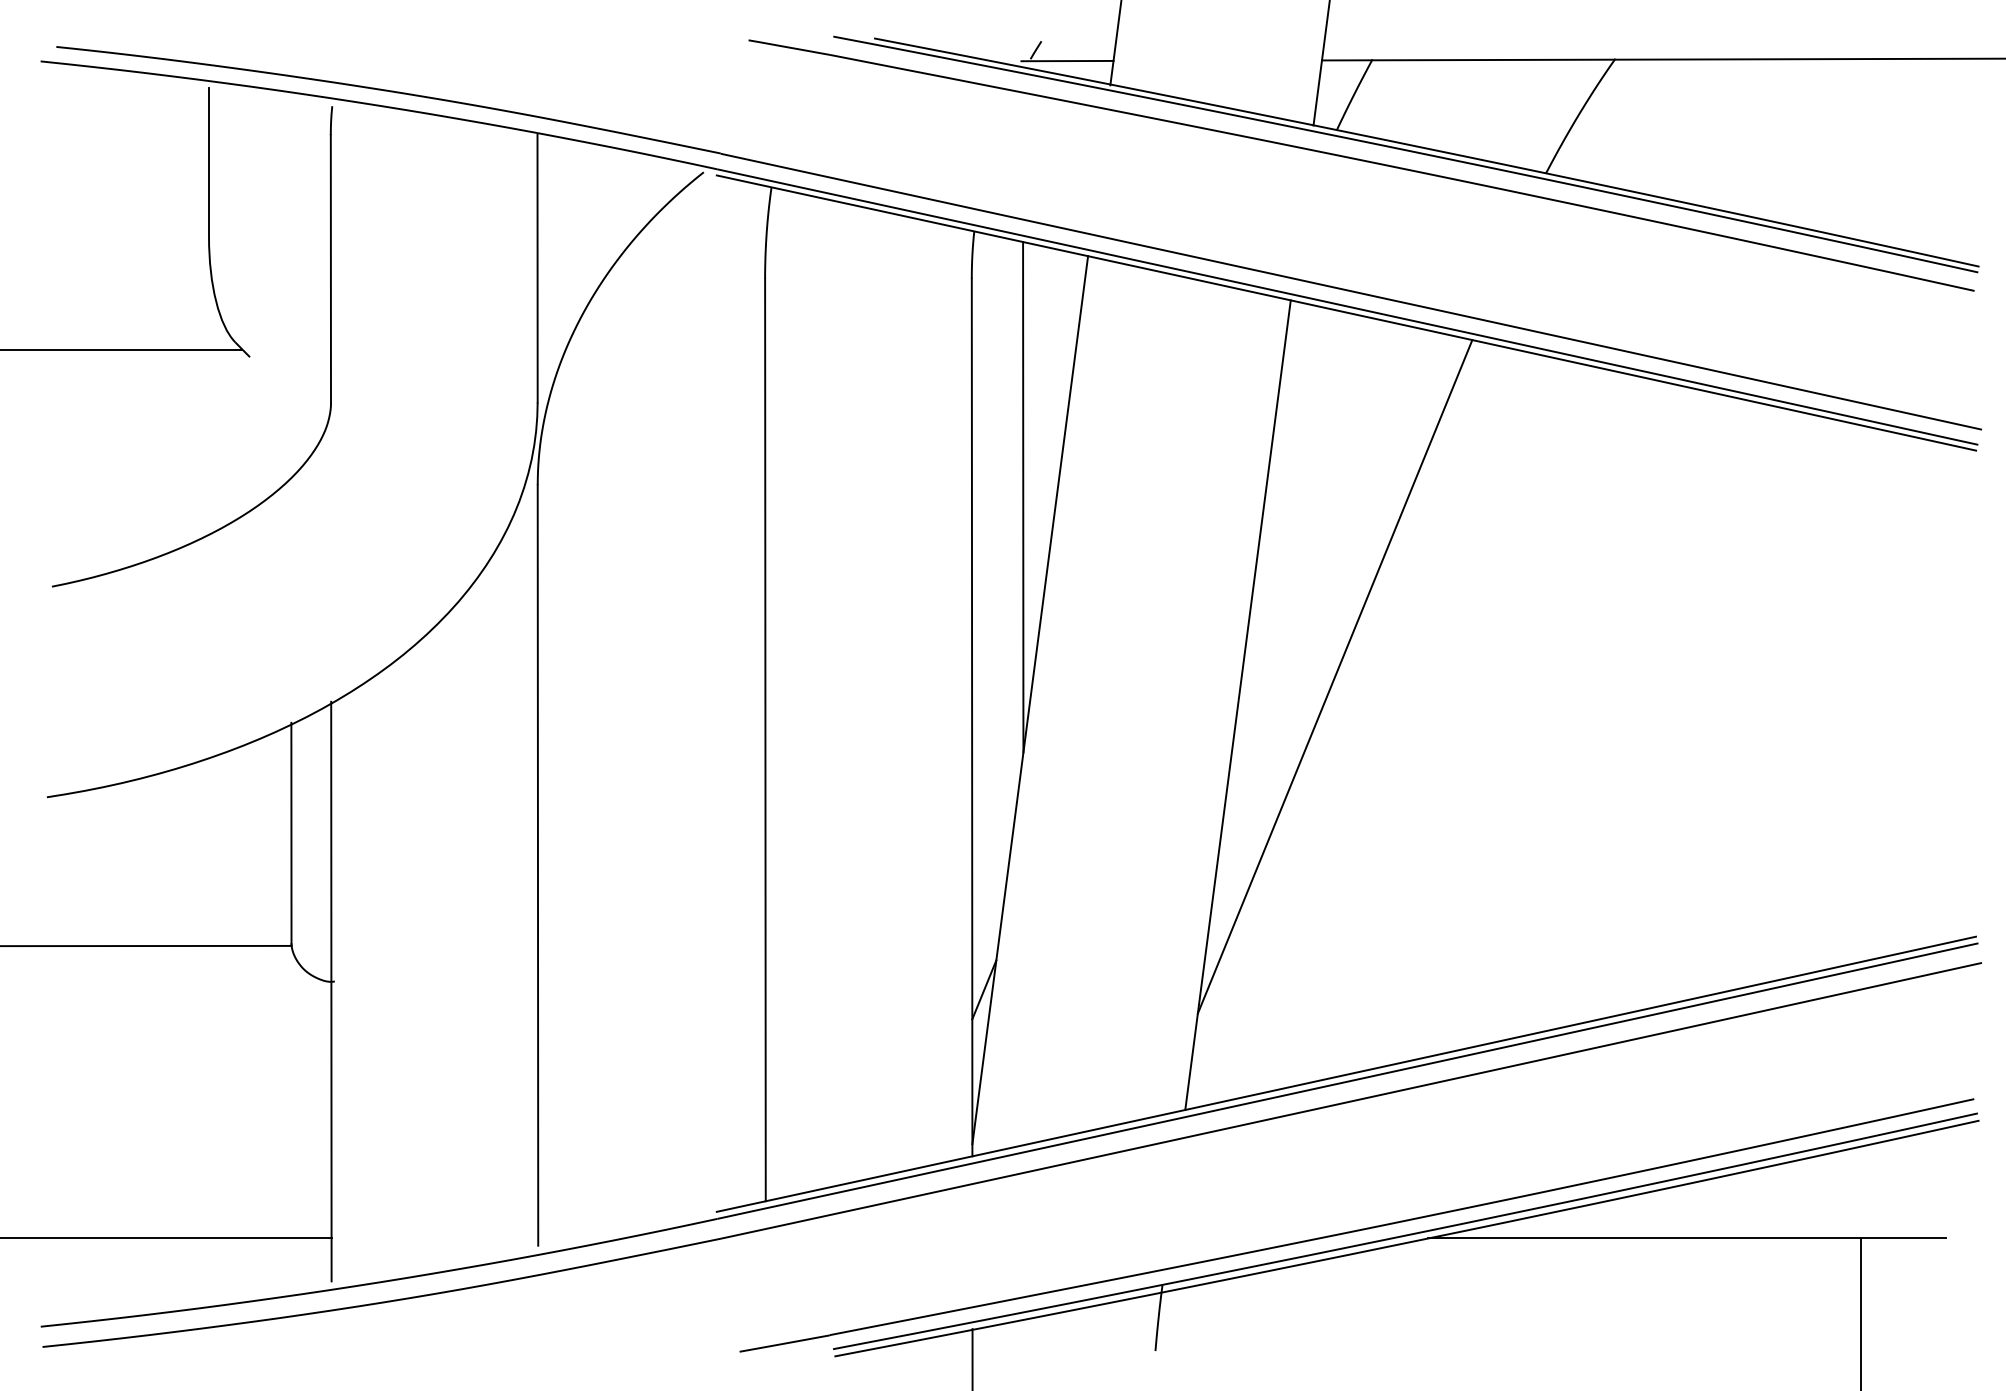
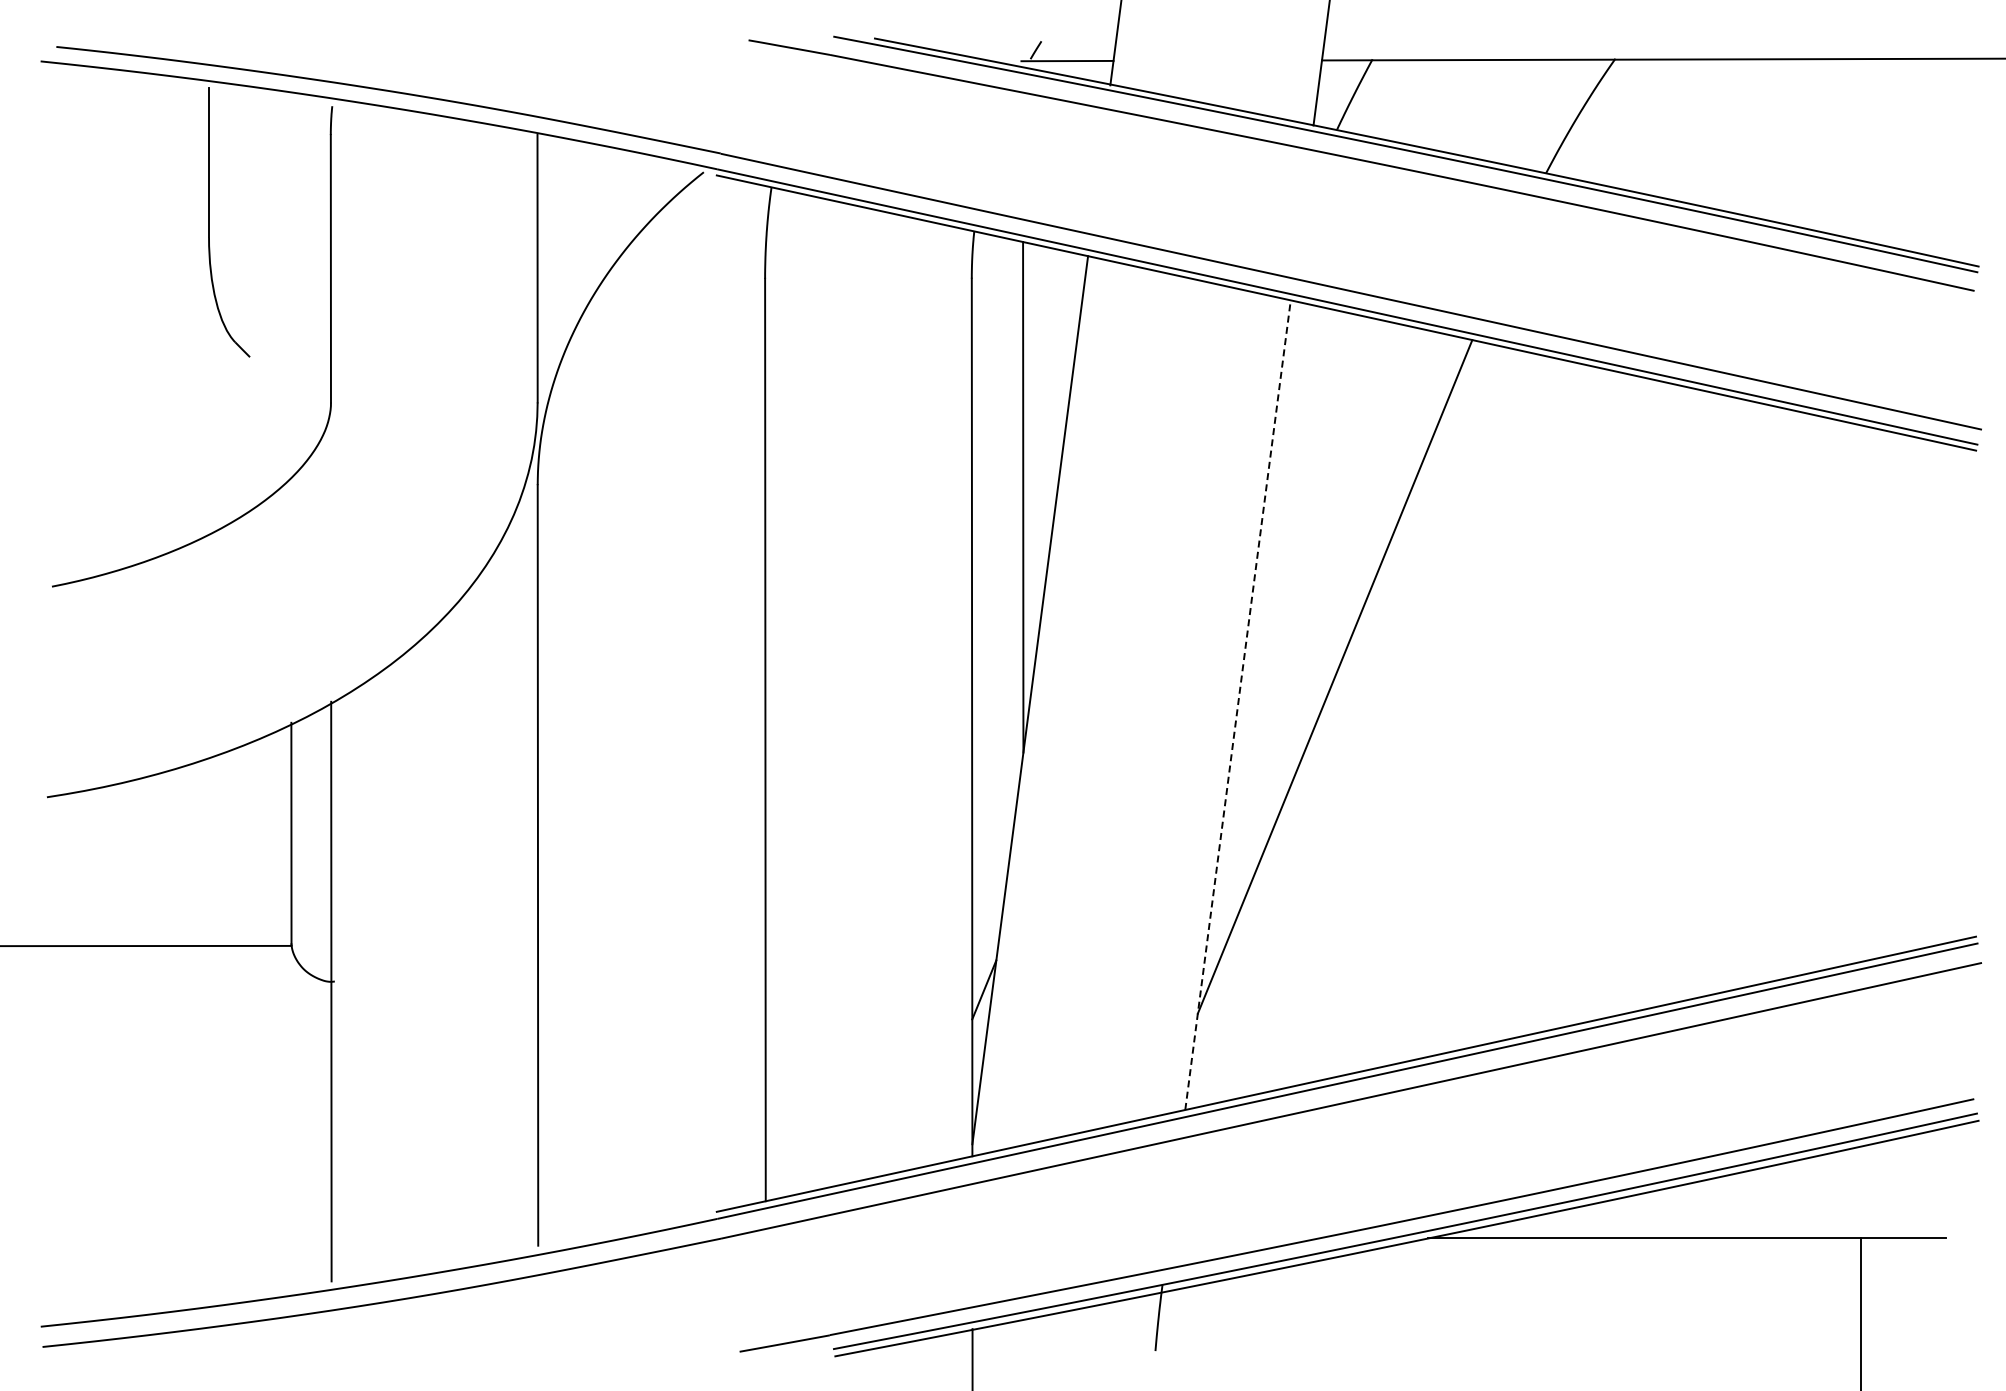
line at (122, 349): present -> none
line at (1238, 704): solid -> dashed
line at (166, 1238): present -> none
